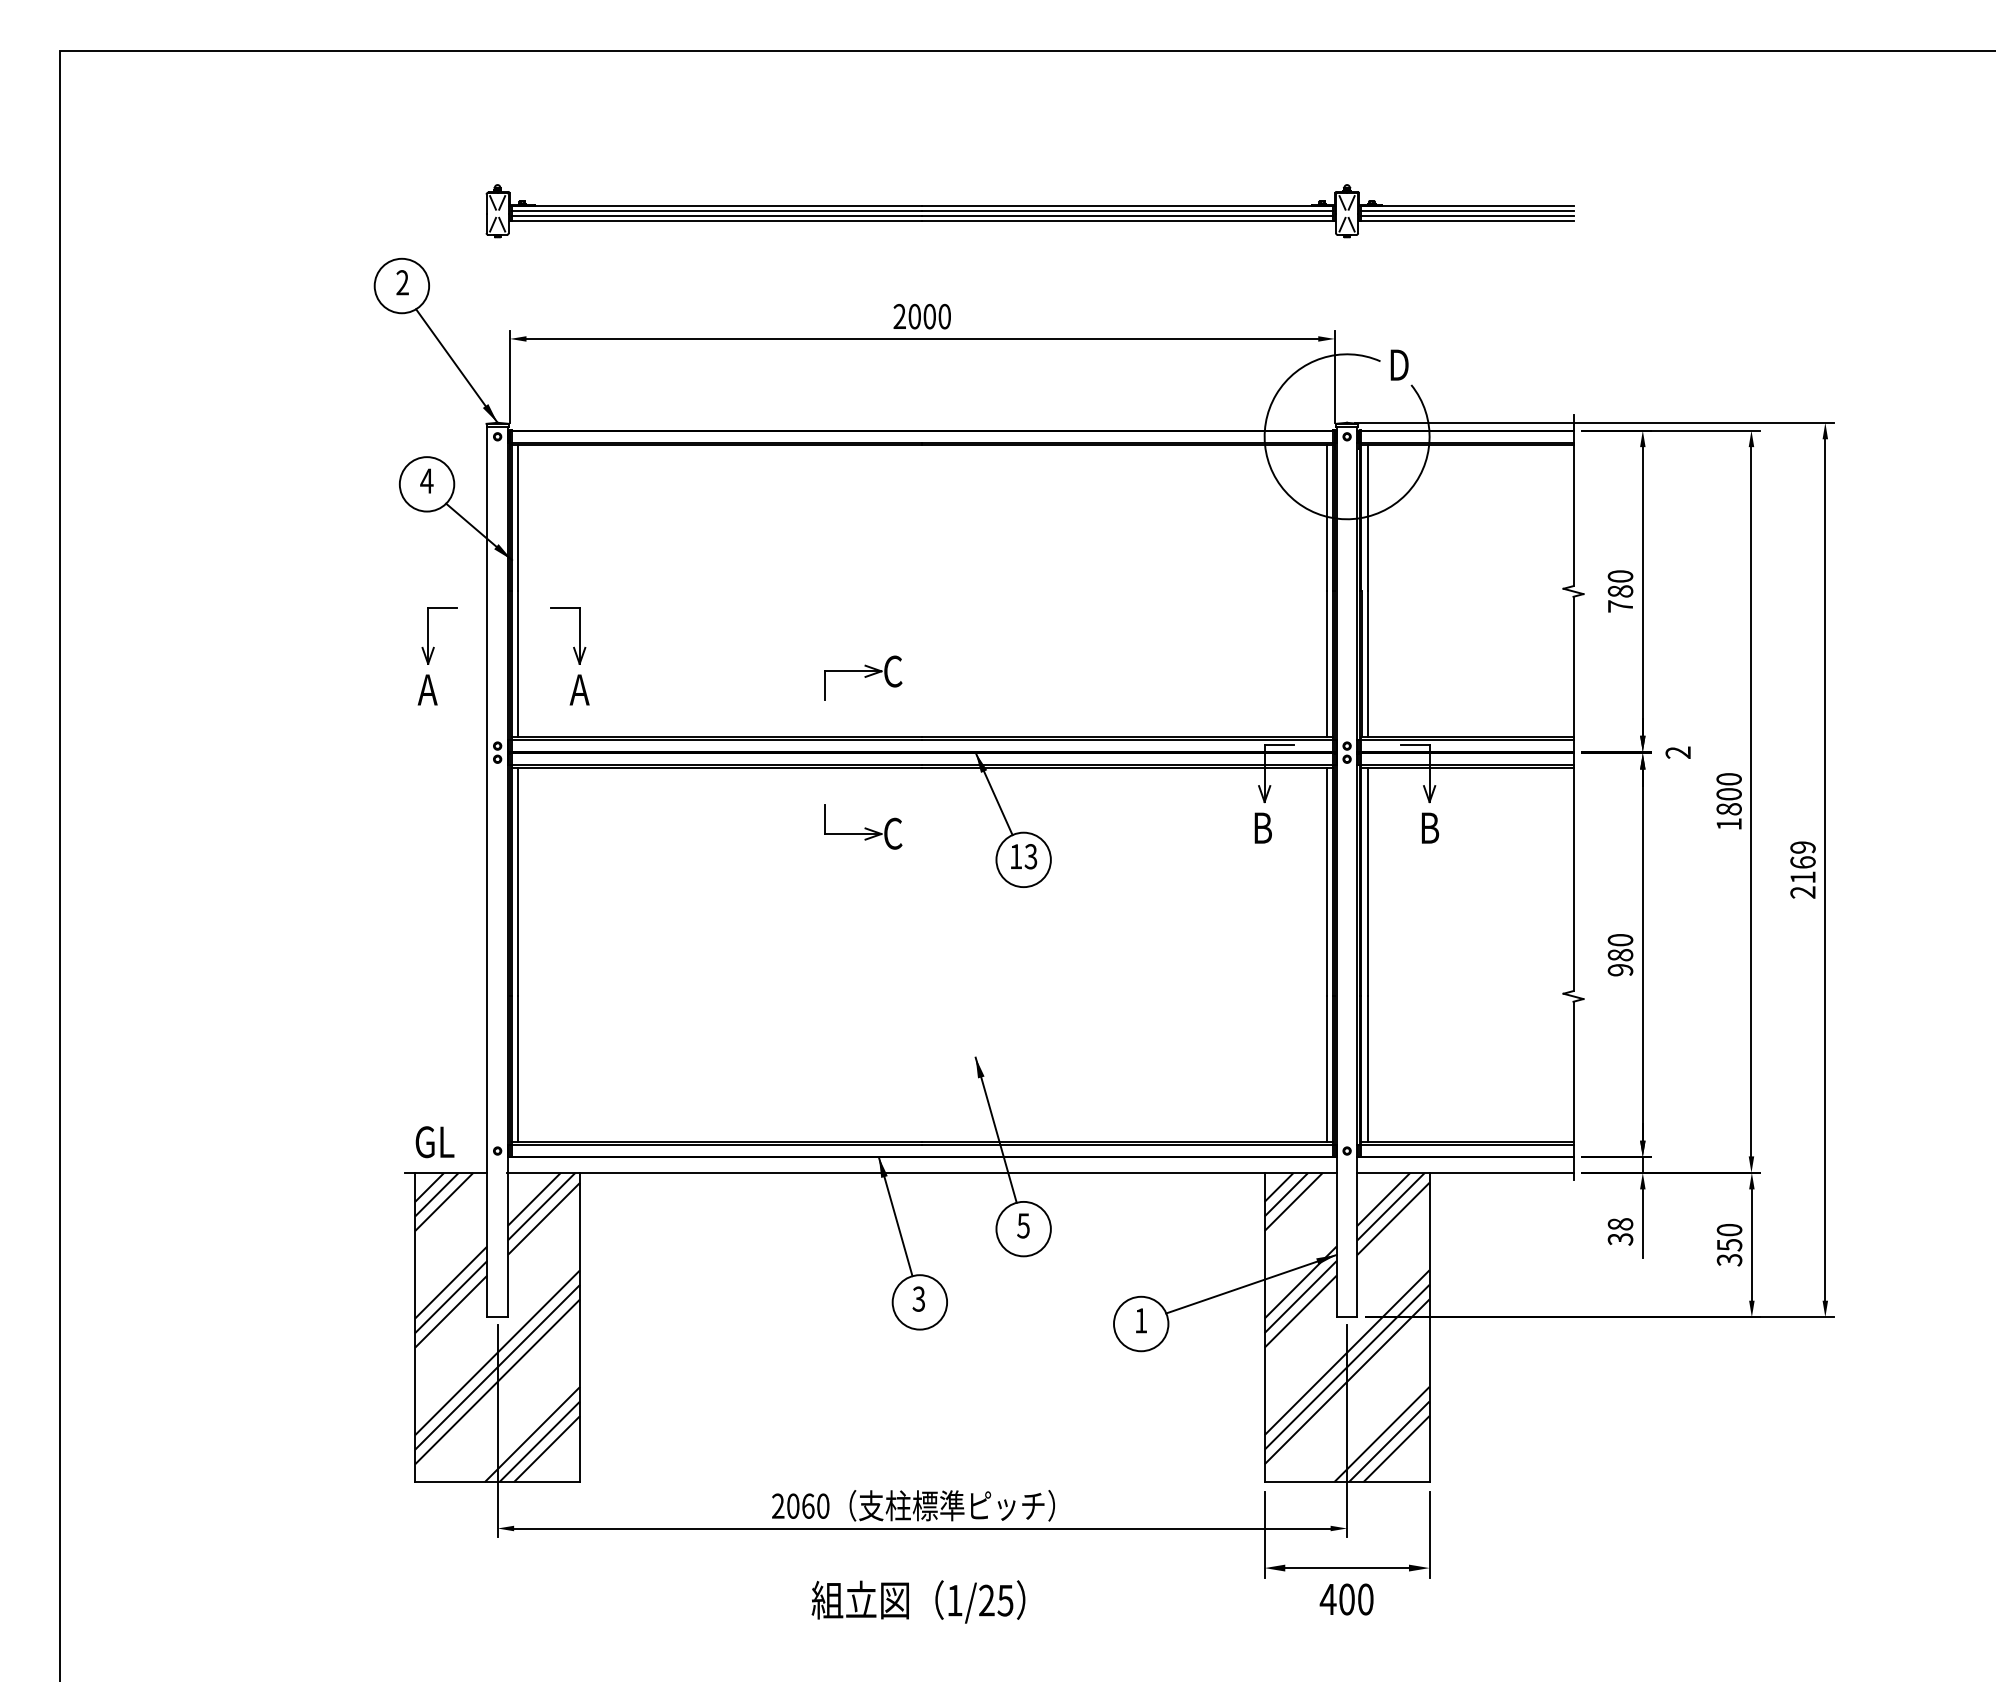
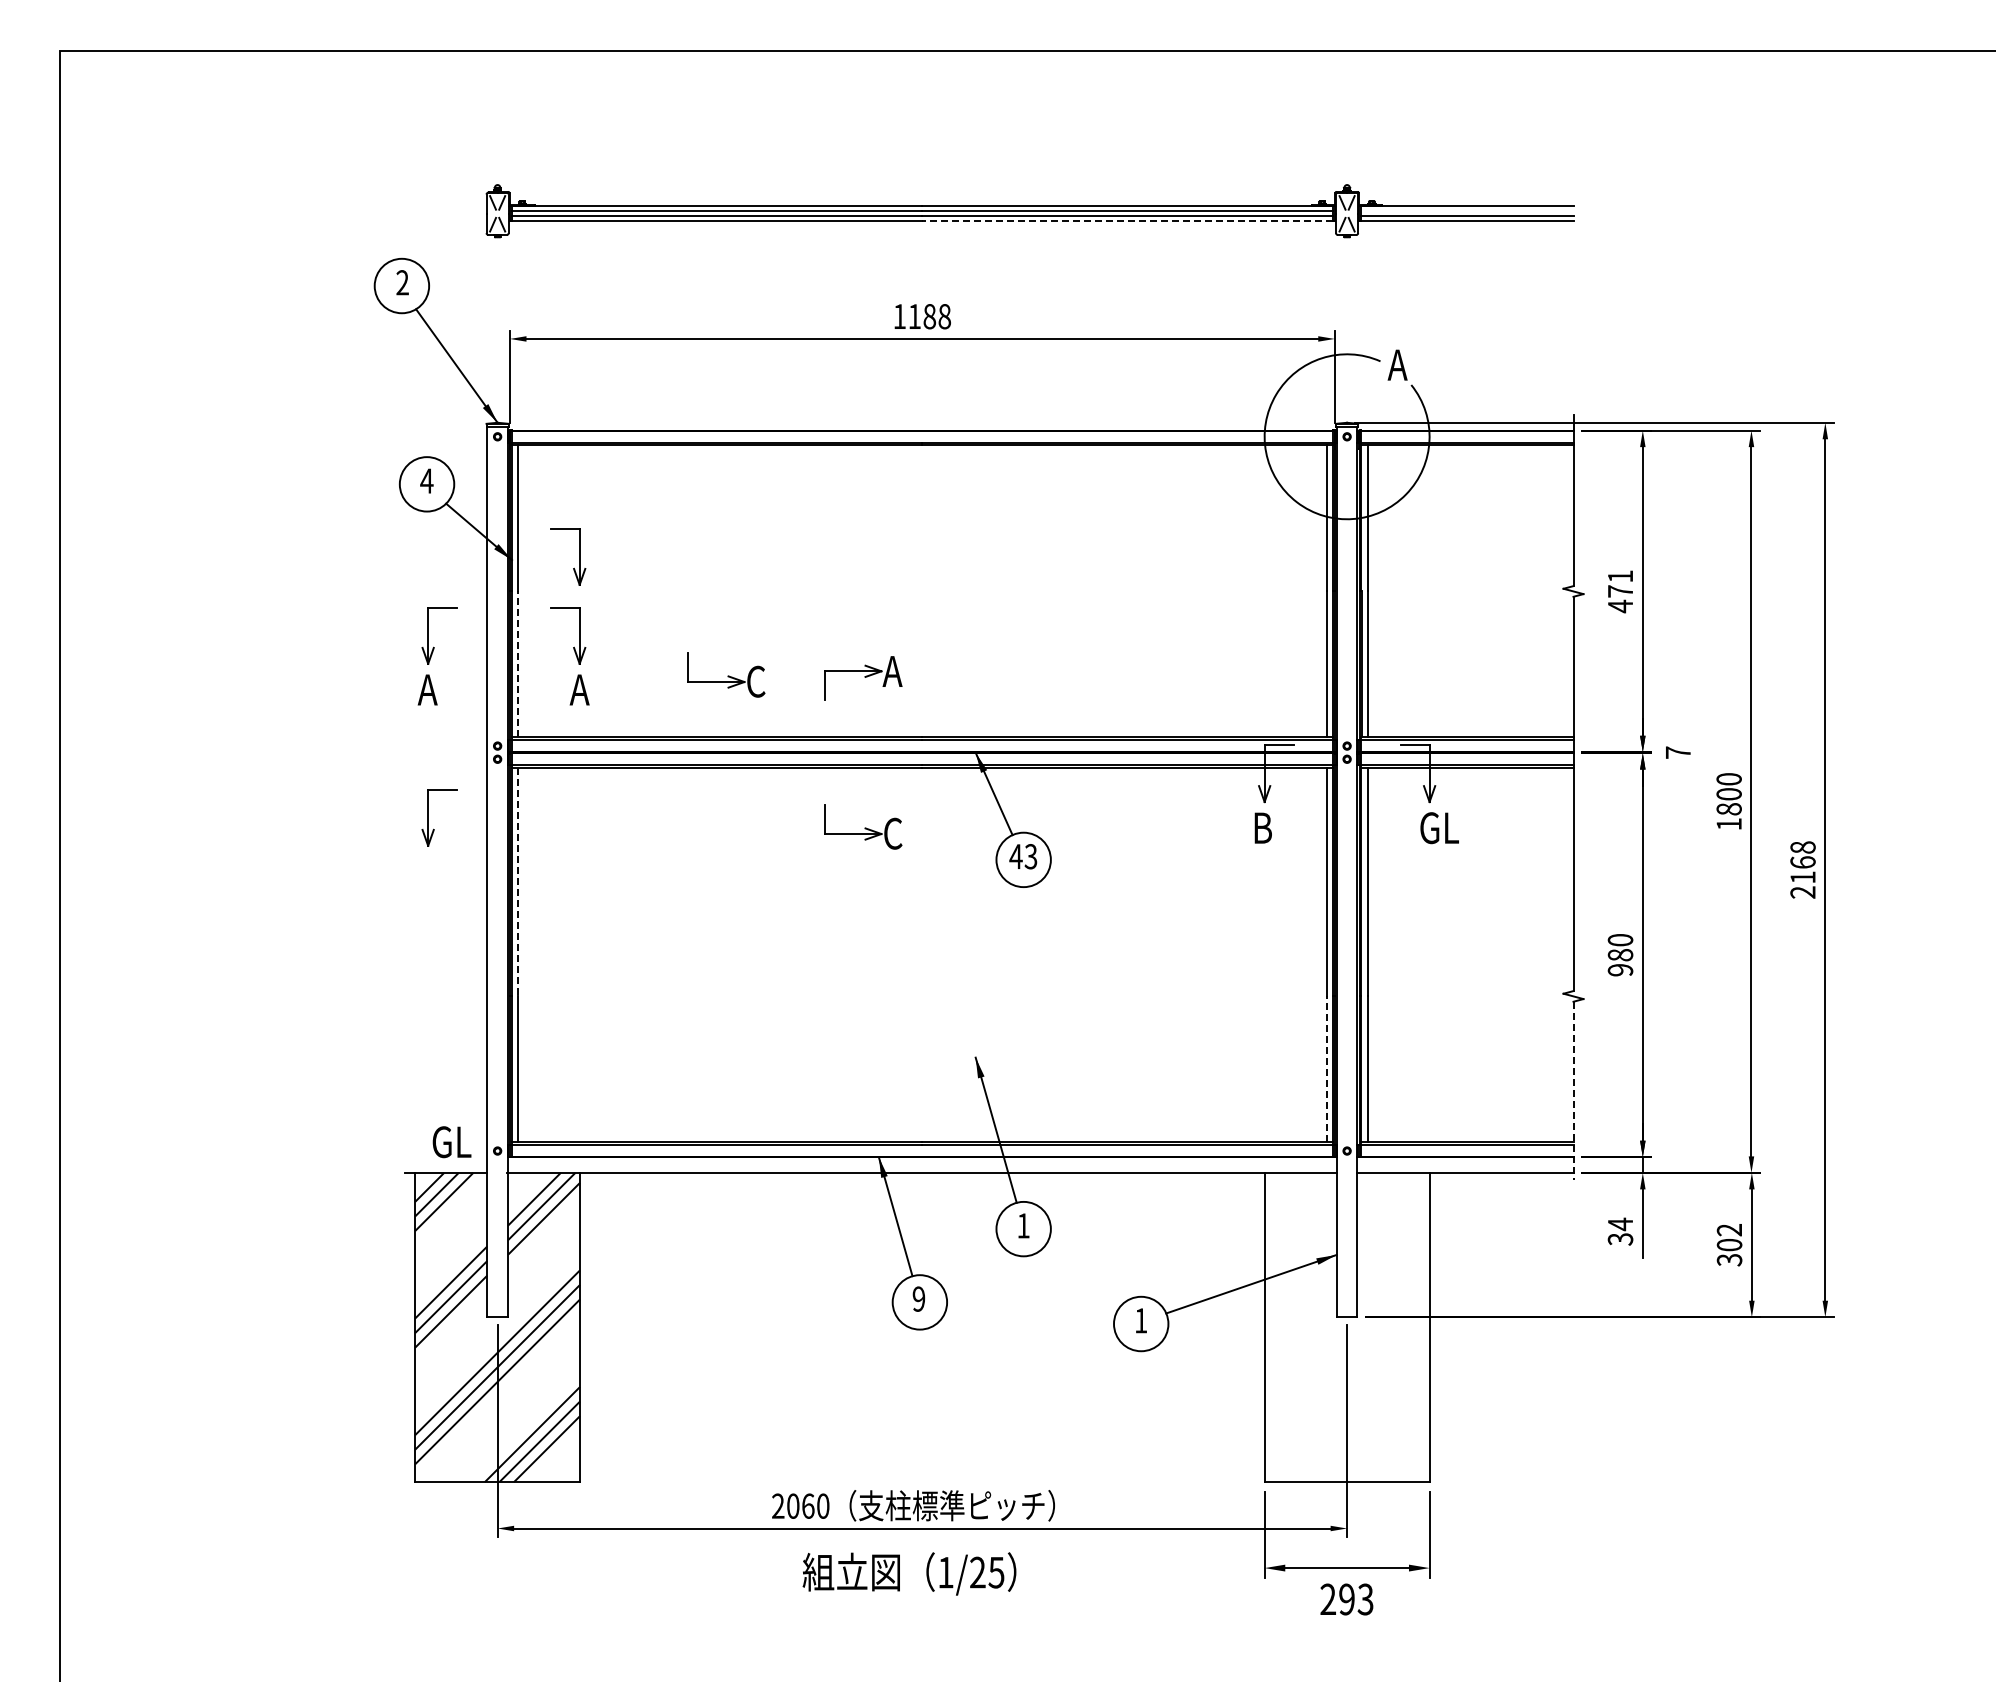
line at (1467, 211): present -> none
line at (1127, 221): solid -> dashed
text at (921, 316): 2000 -> 1188
text at (1397, 364): D -> A
part at (579, 556): none -> present
text at (1620, 591): 780 -> 471
line at (518, 664): solid -> dashed
text at (892, 671): C -> A
part at (726, 674): none -> present
text at (1677, 752): 2 -> 7
part at (428, 817): none -> present
text at (1439, 828): B -> GL
text at (1802, 847): 2169 -> 2168
text at (1015, 856): 13 -> 43
line at (518, 882): solid -> dashed
line at (1326, 1069): solid -> dashed
line at (1573, 1091): solid -> dashed
text at (434, 1142) position: (434, 1142) -> (451, 1142)
text at (1620, 1224): 38 -> 34
text at (1023, 1225): 5 -> 1
text at (1729, 1237): 350 -> 302
text at (918, 1298): 3 -> 9
hatch at (1346, 1327): present -> none
text at (1346, 1599): 400 -> 293
text at (918, 1601) position: (918, 1601) -> (909, 1573)
